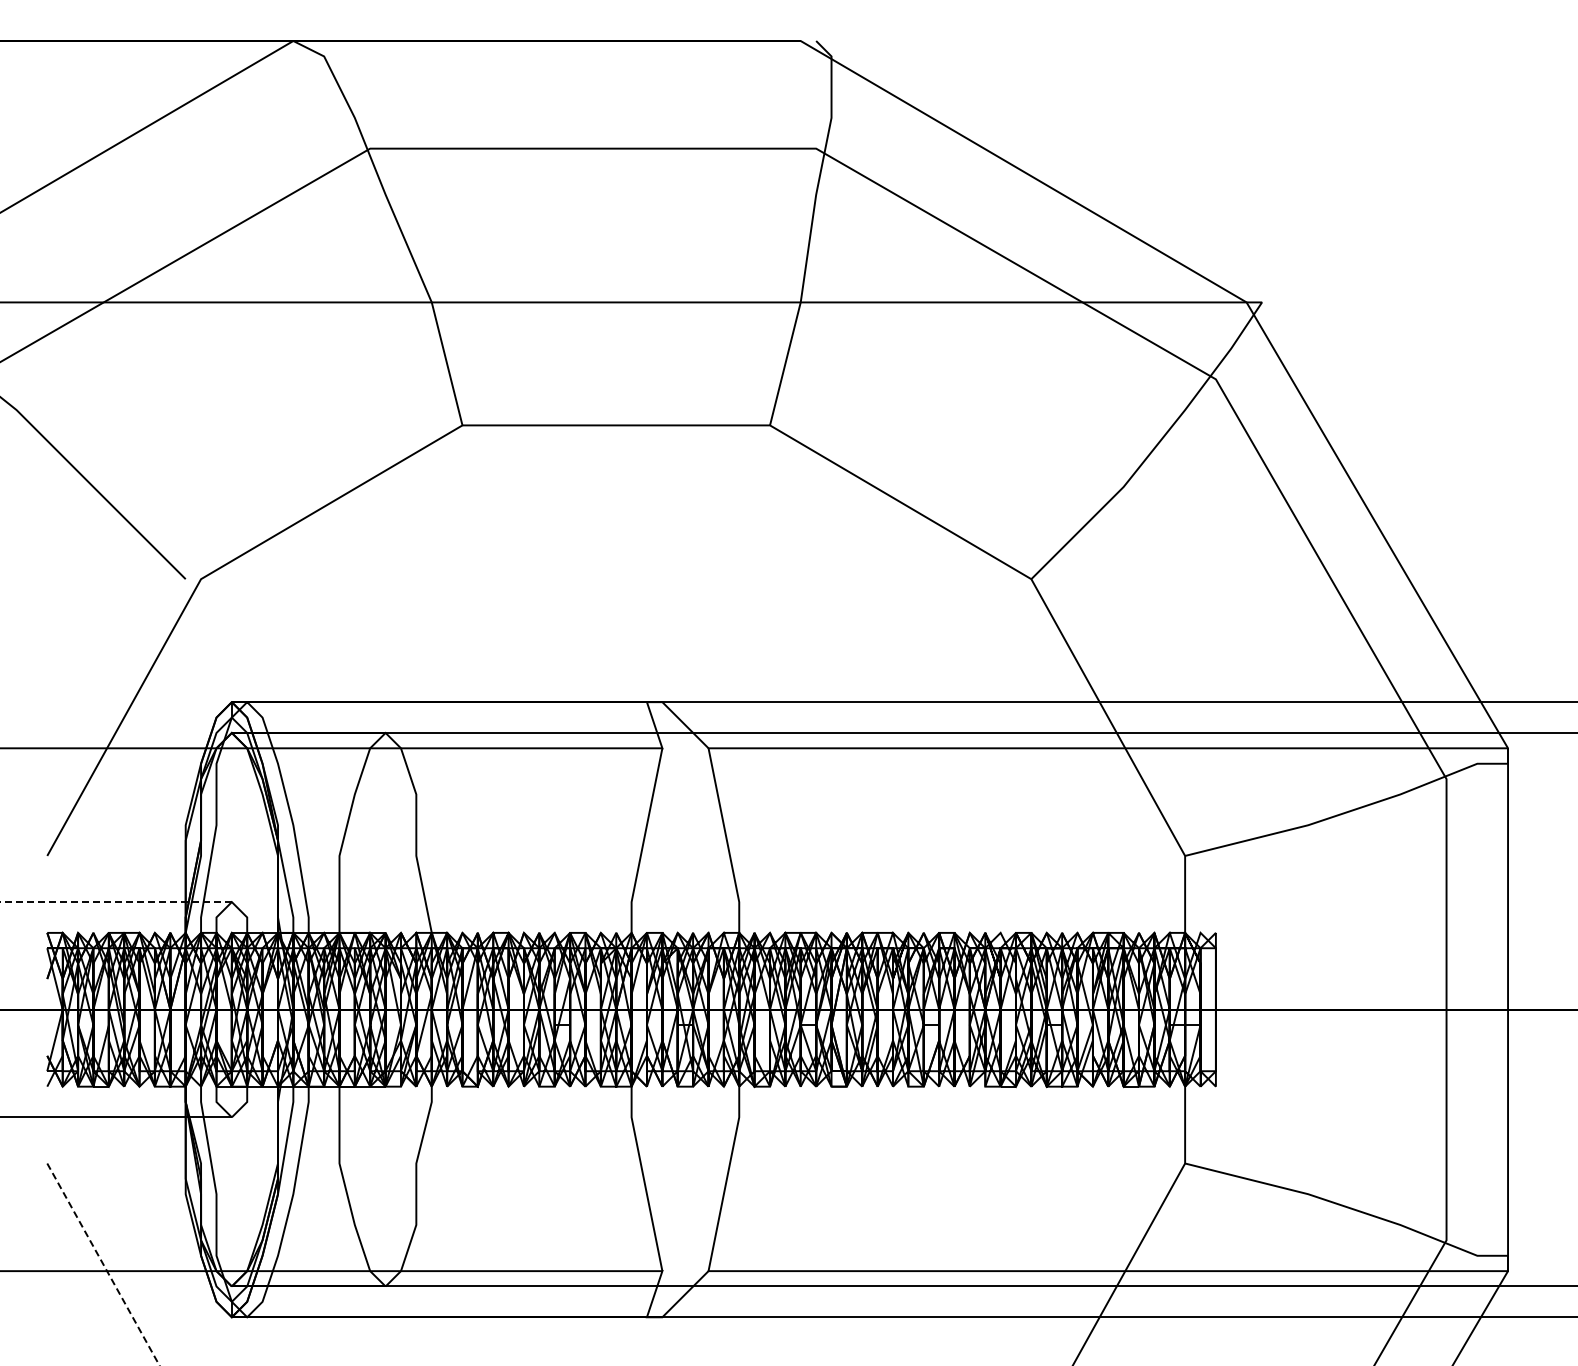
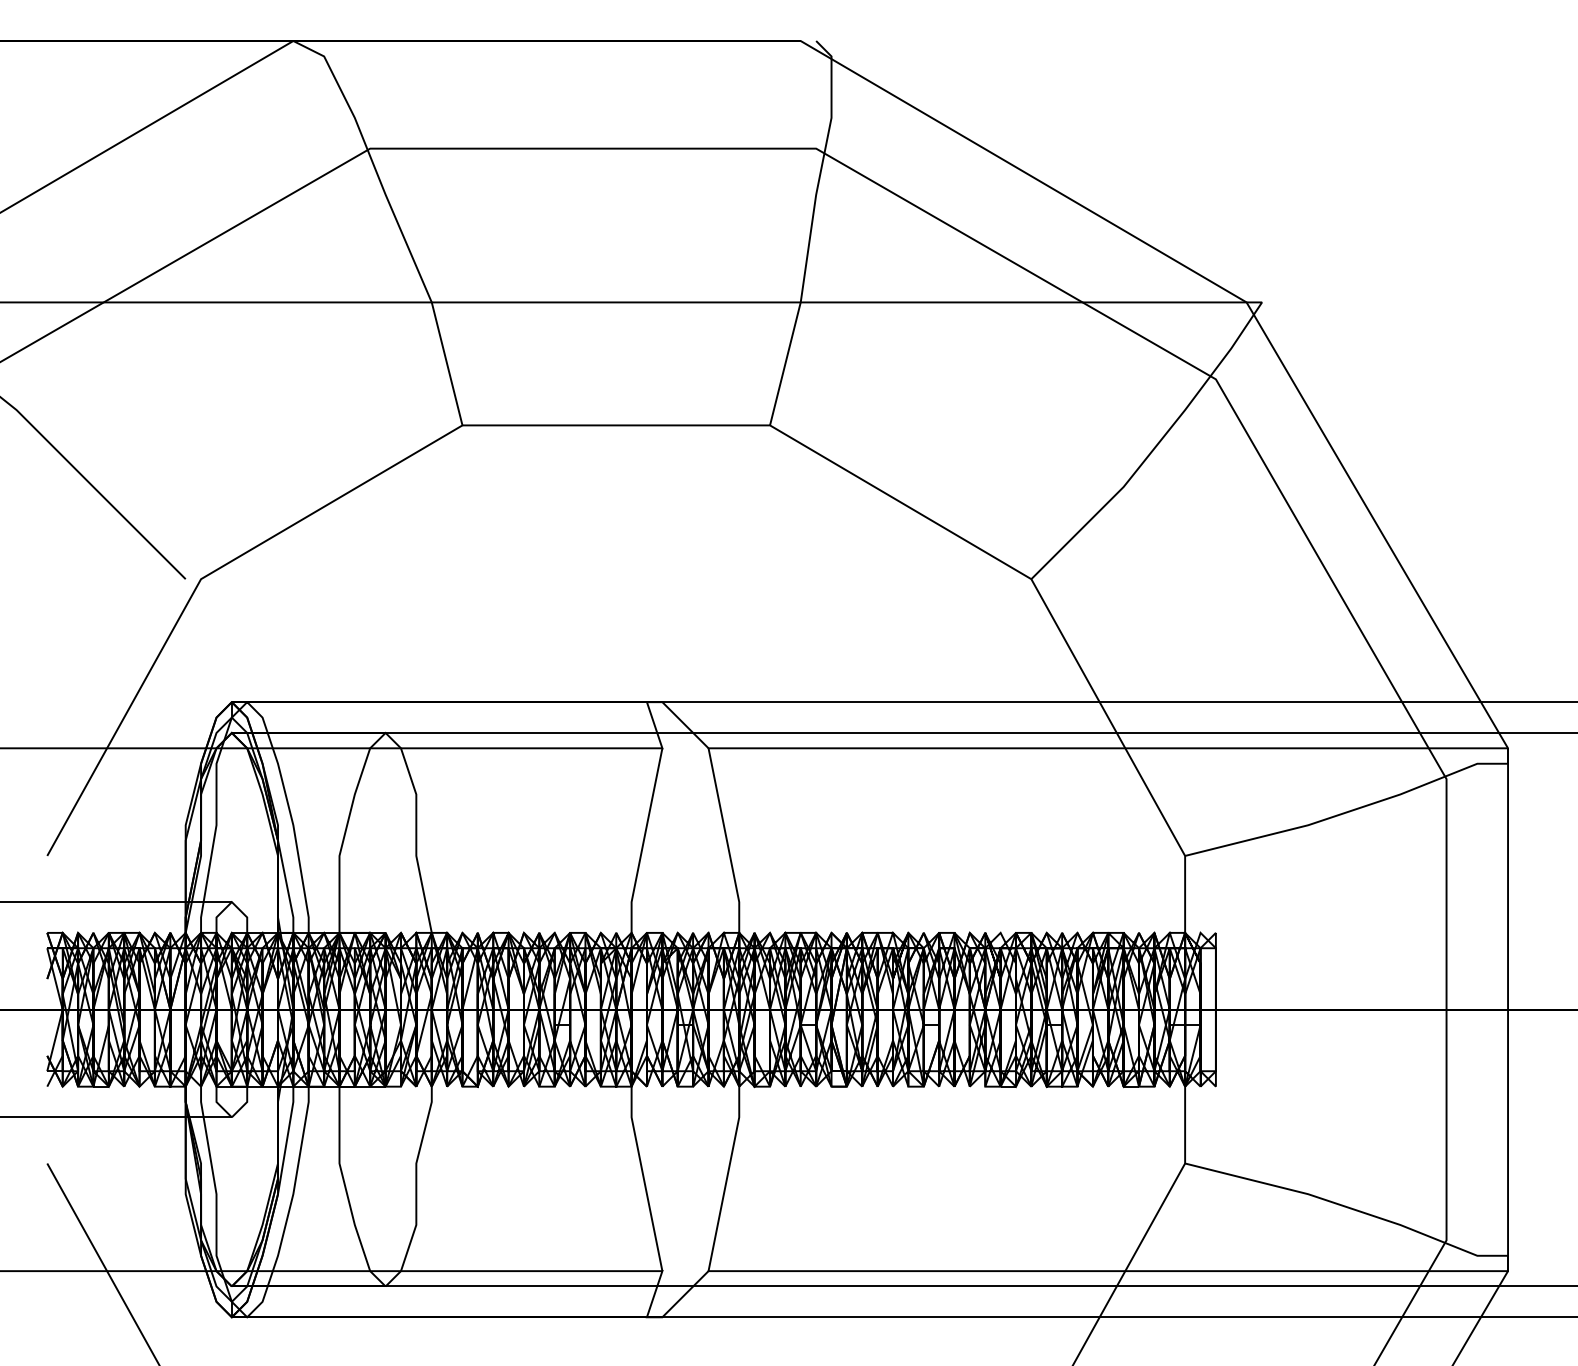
line at (115, 902): dashed -> solid
line at (103, 1264): dashed -> solid
